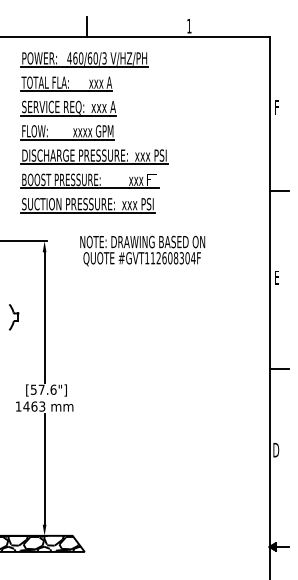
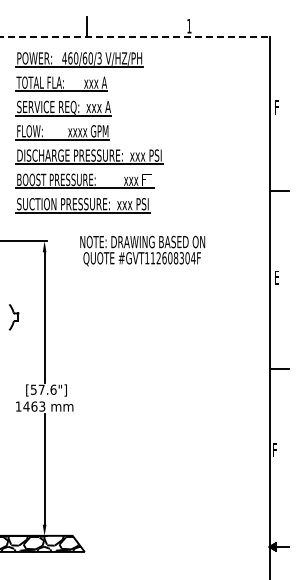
line at (135, 36): solid -> dashed
part at (94, 132) position: (94, 132) -> (89, 132)
text at (276, 449): D -> F
